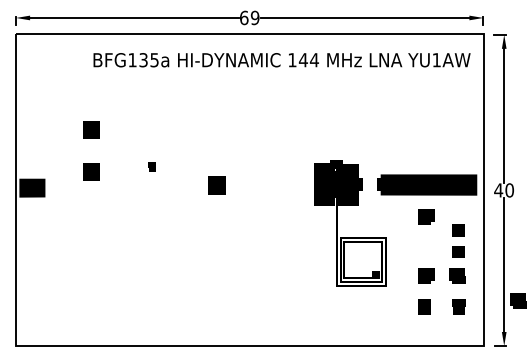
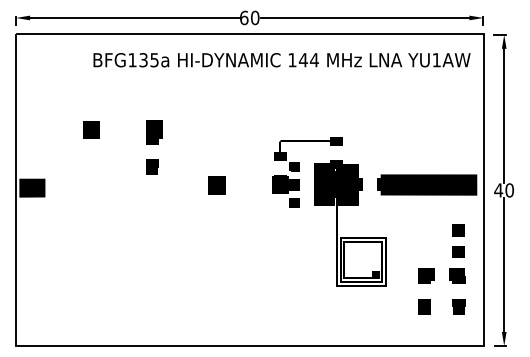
text at (254, 18): 69 -> 60
part at (154, 132): none -> present
part at (151, 166) size: 8x10 px -> 13x16 px
part at (91, 171): present -> none
part at (299, 171): none -> present
part at (426, 216): present -> none
part at (518, 300): present -> none
